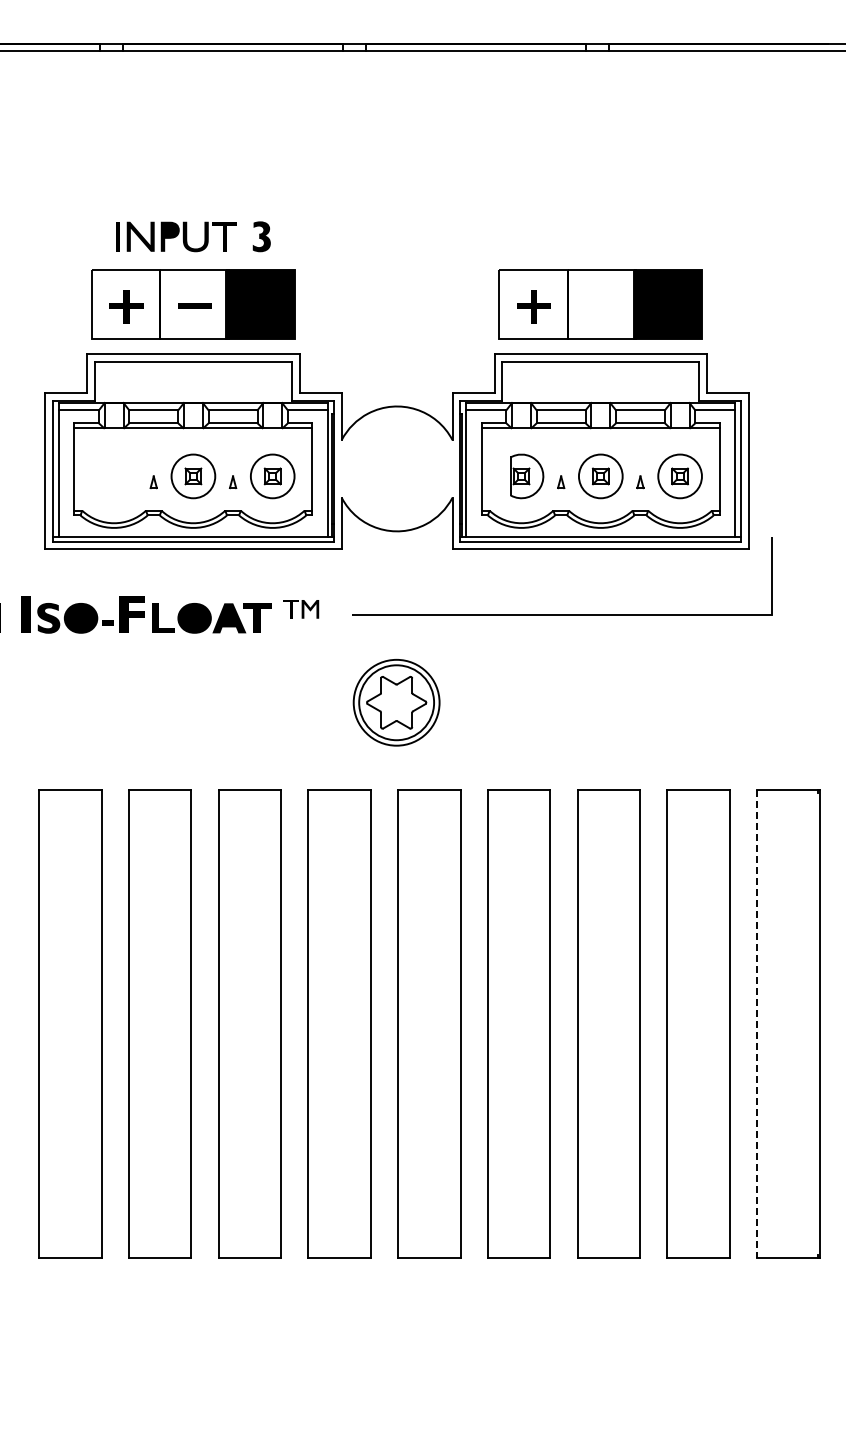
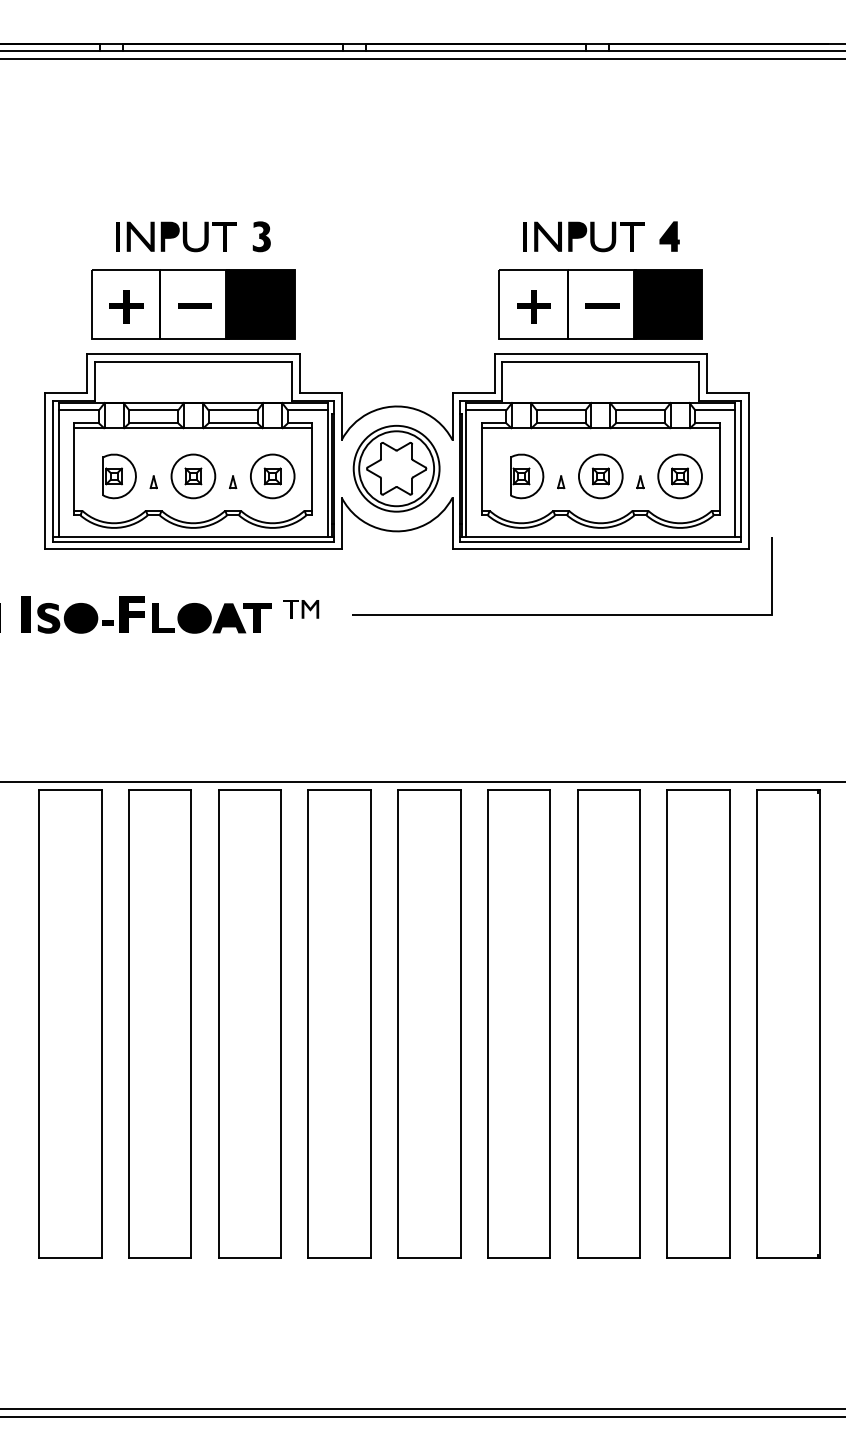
line at (422, 59): none -> present
part at (594, 236): none -> present
fill at (602, 306): none -> present
part at (119, 476): none -> present
part at (396, 702) position: (396, 702) -> (396, 468)
line at (422, 781): none -> present
line at (757, 1024): dashed -> solid
line at (422, 1409): none -> present
line at (422, 1417): none -> present
